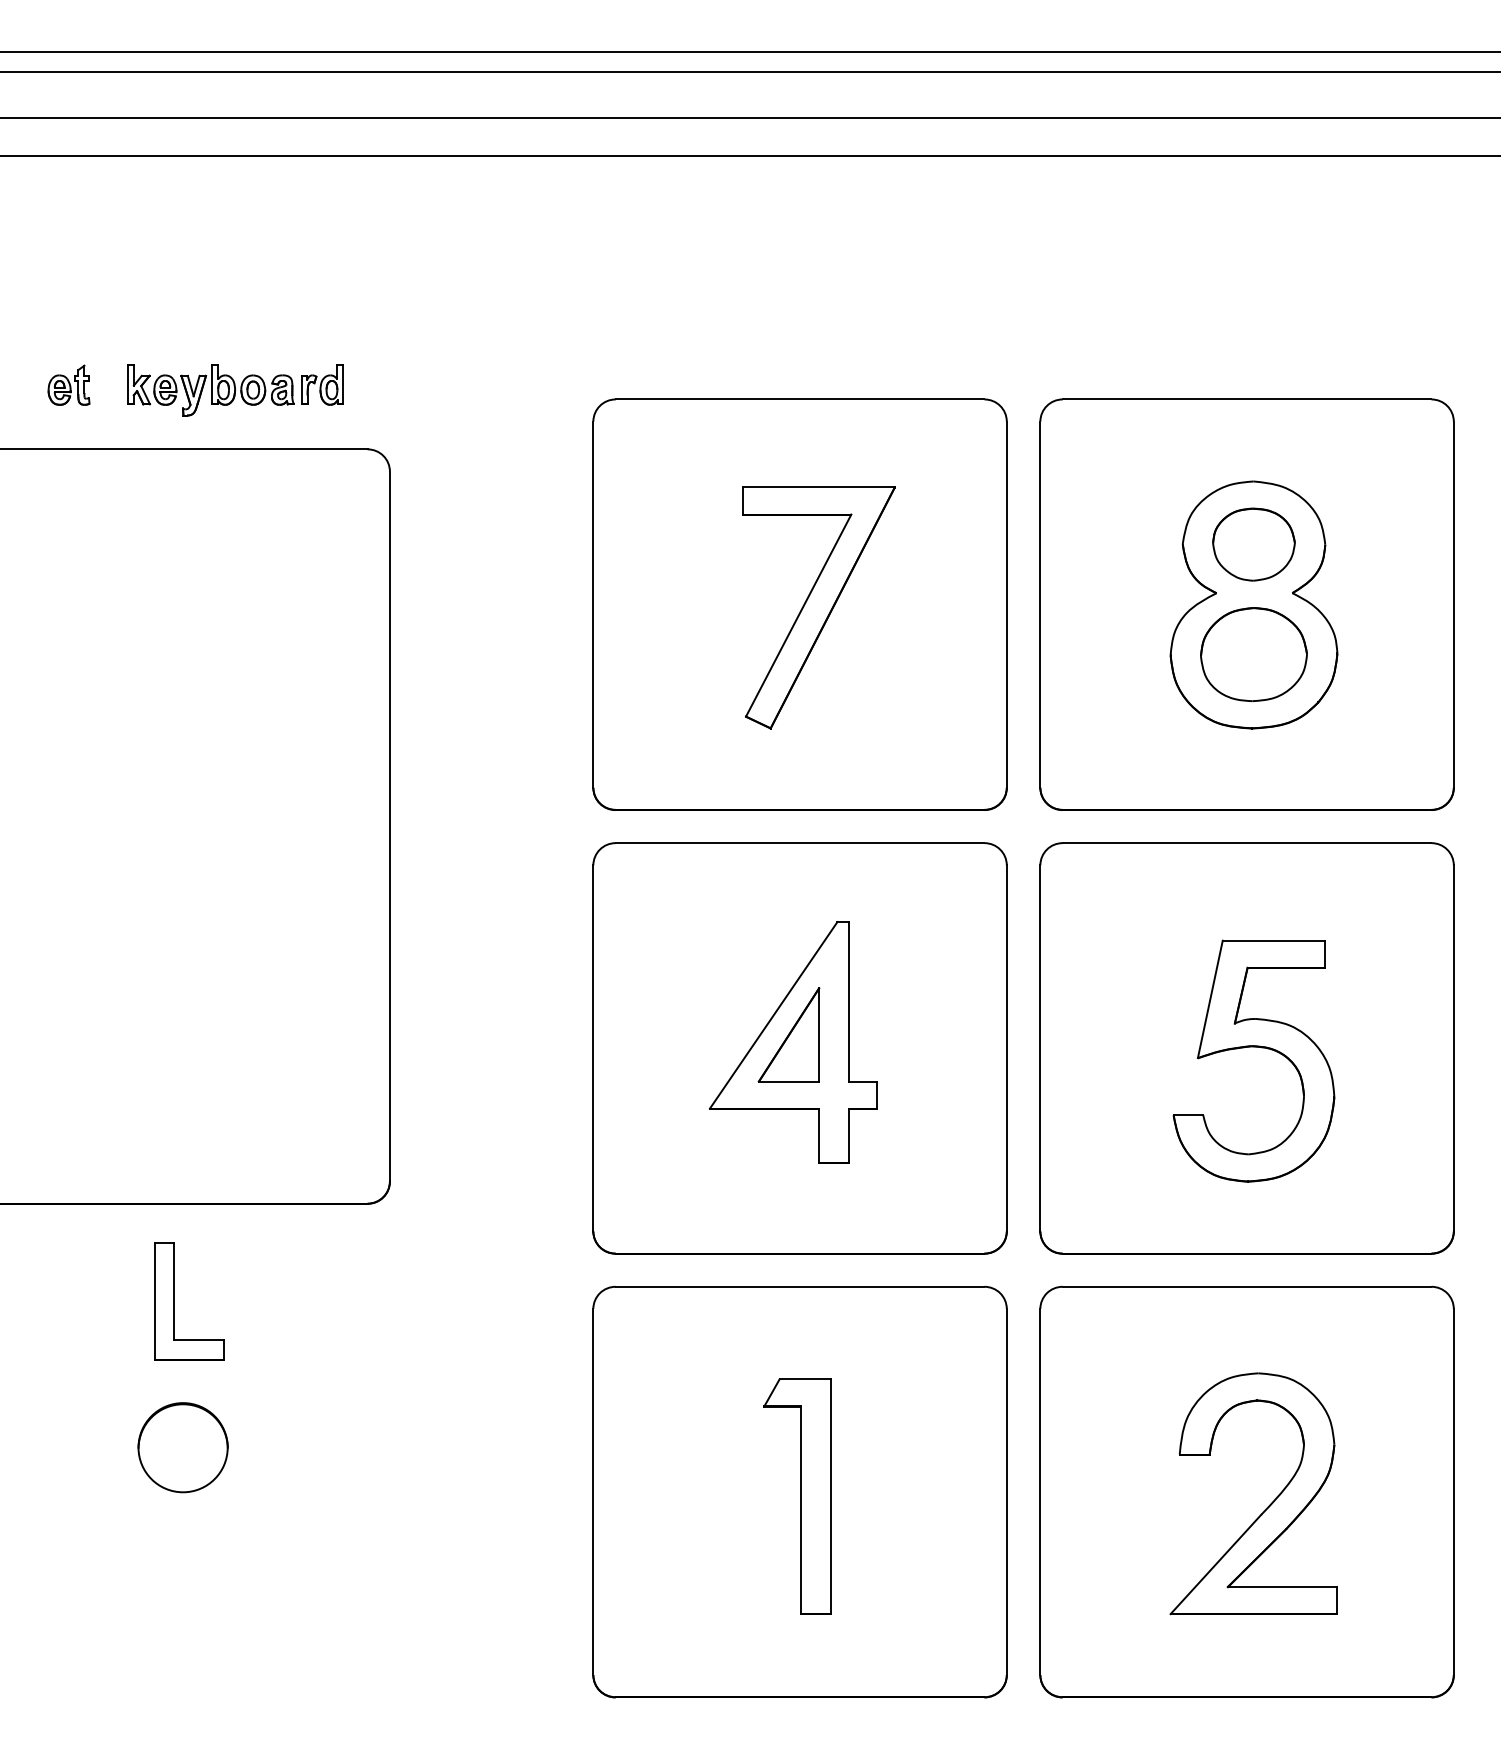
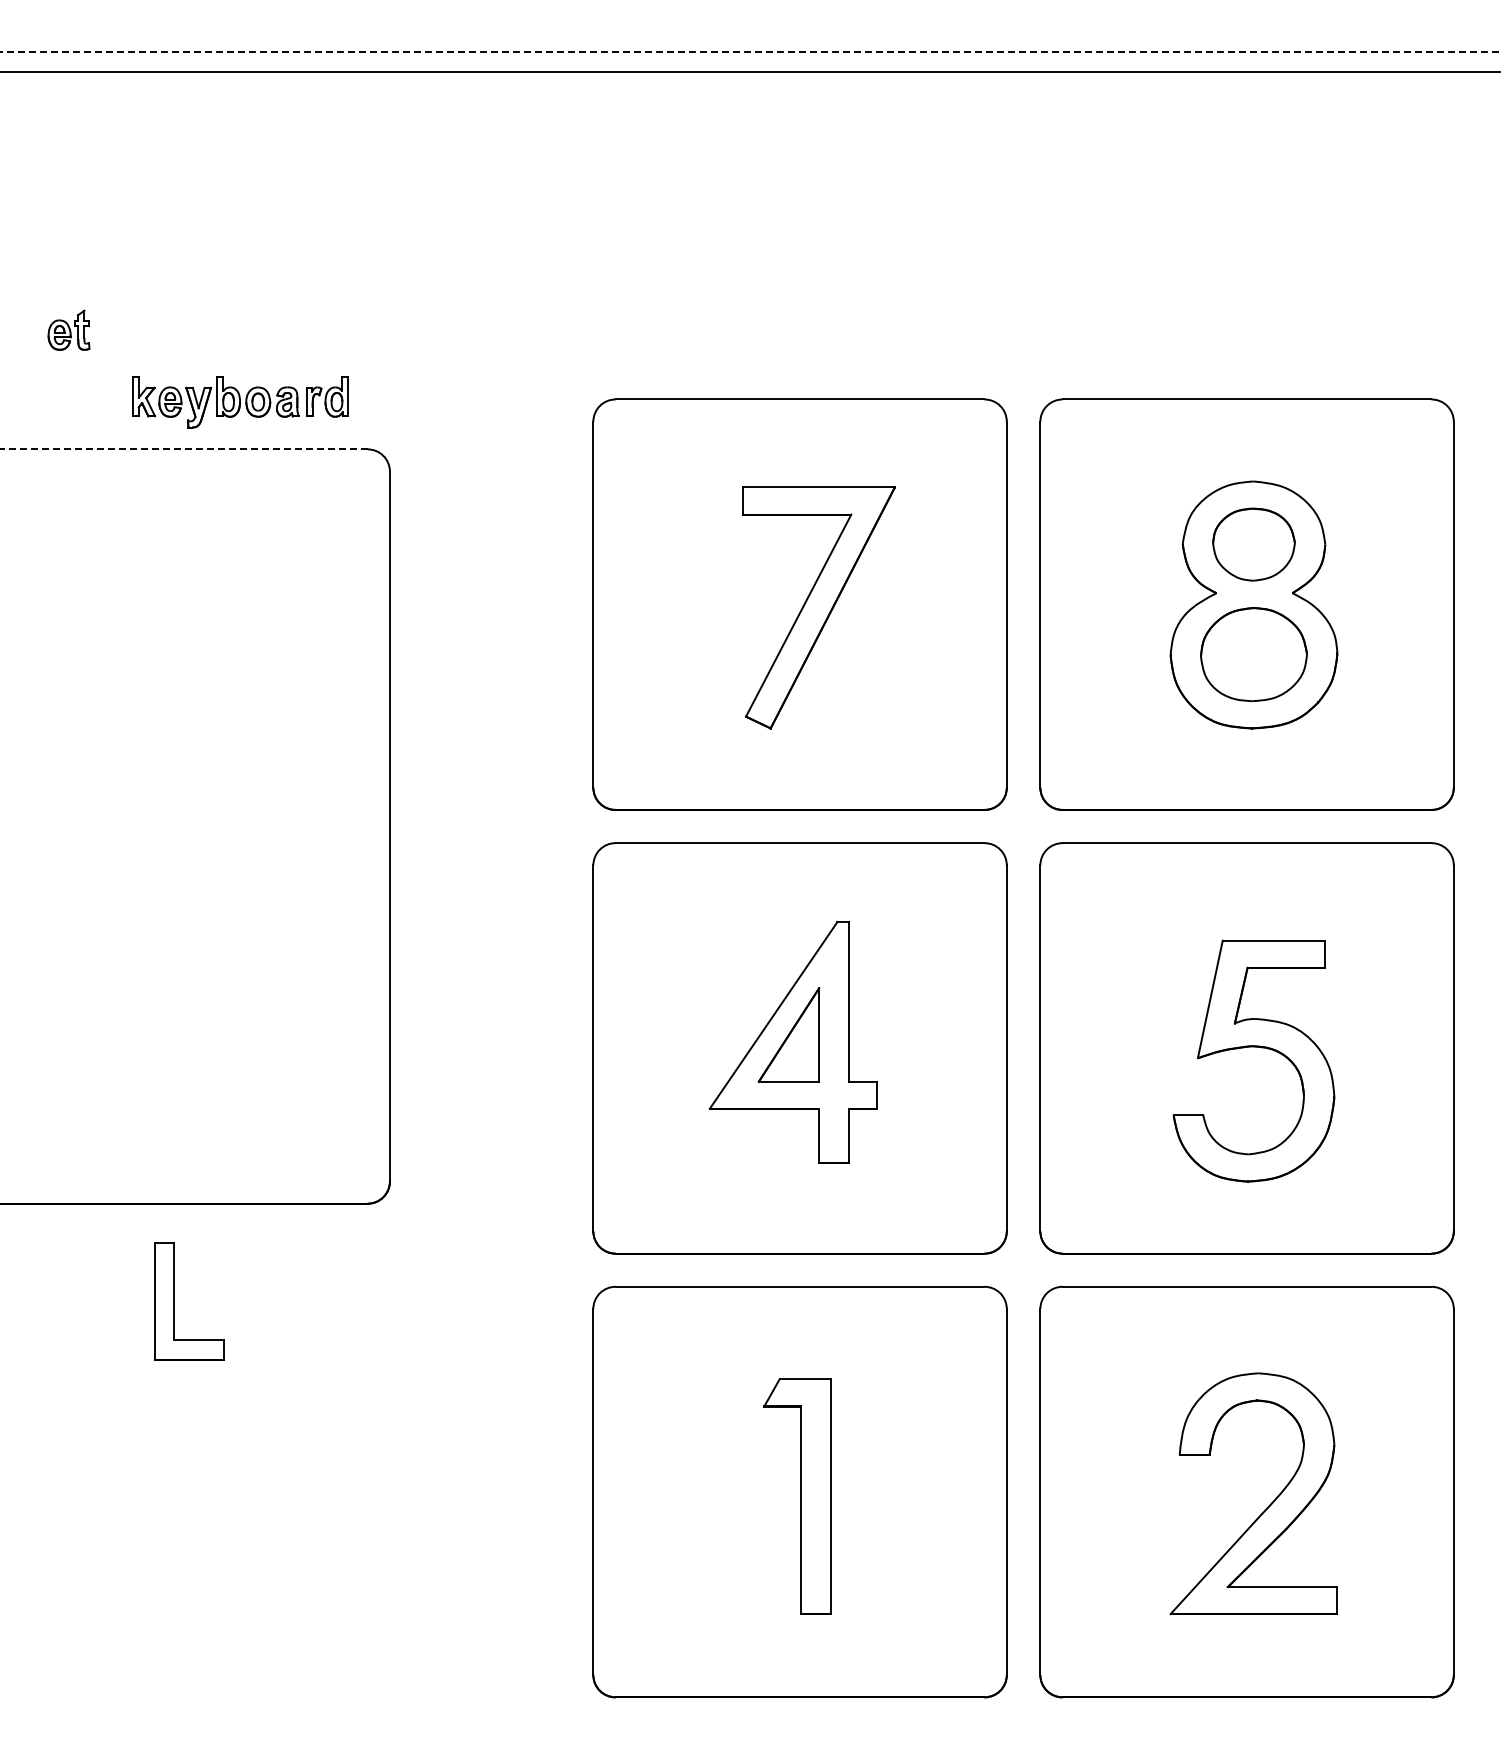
line at (750, 52): solid -> dashed
line at (749, 117): present -> none
line at (749, 155): present -> none
part at (68, 384) position: (68, 384) -> (68, 329)
part at (235, 390) position: (235, 390) -> (240, 402)
line at (183, 449): solid -> dashed
circle at (182, 1447): present -> none
